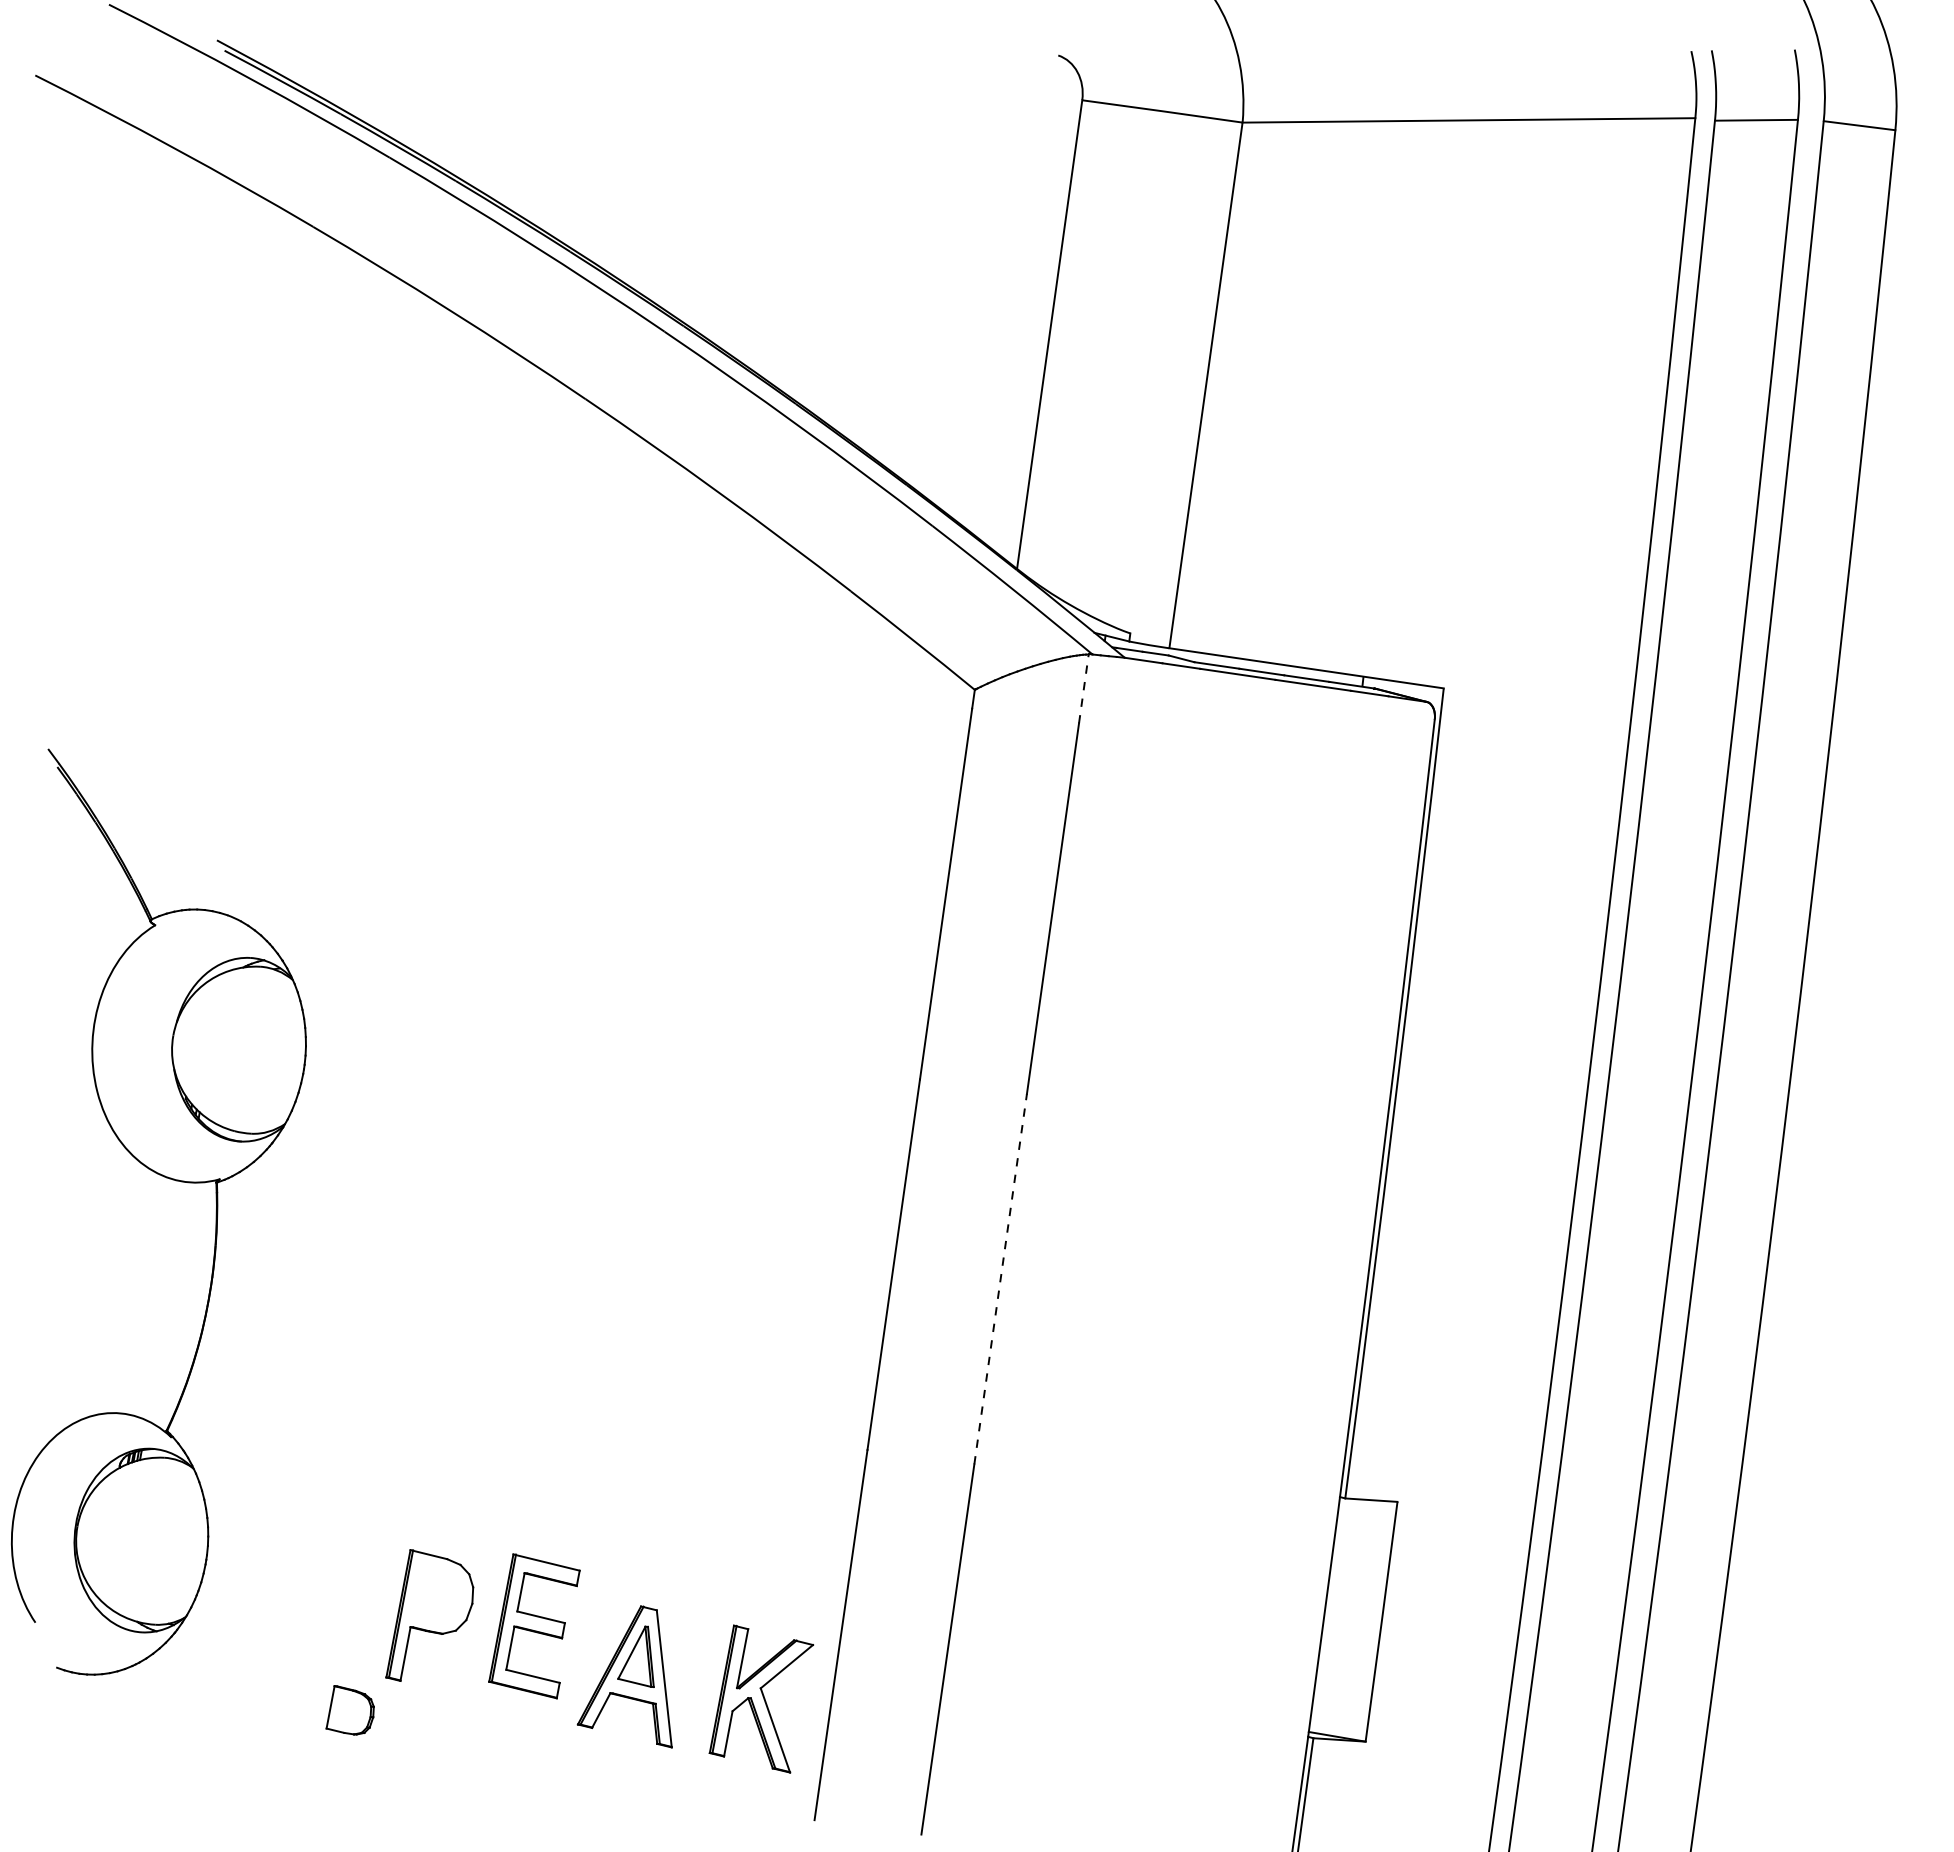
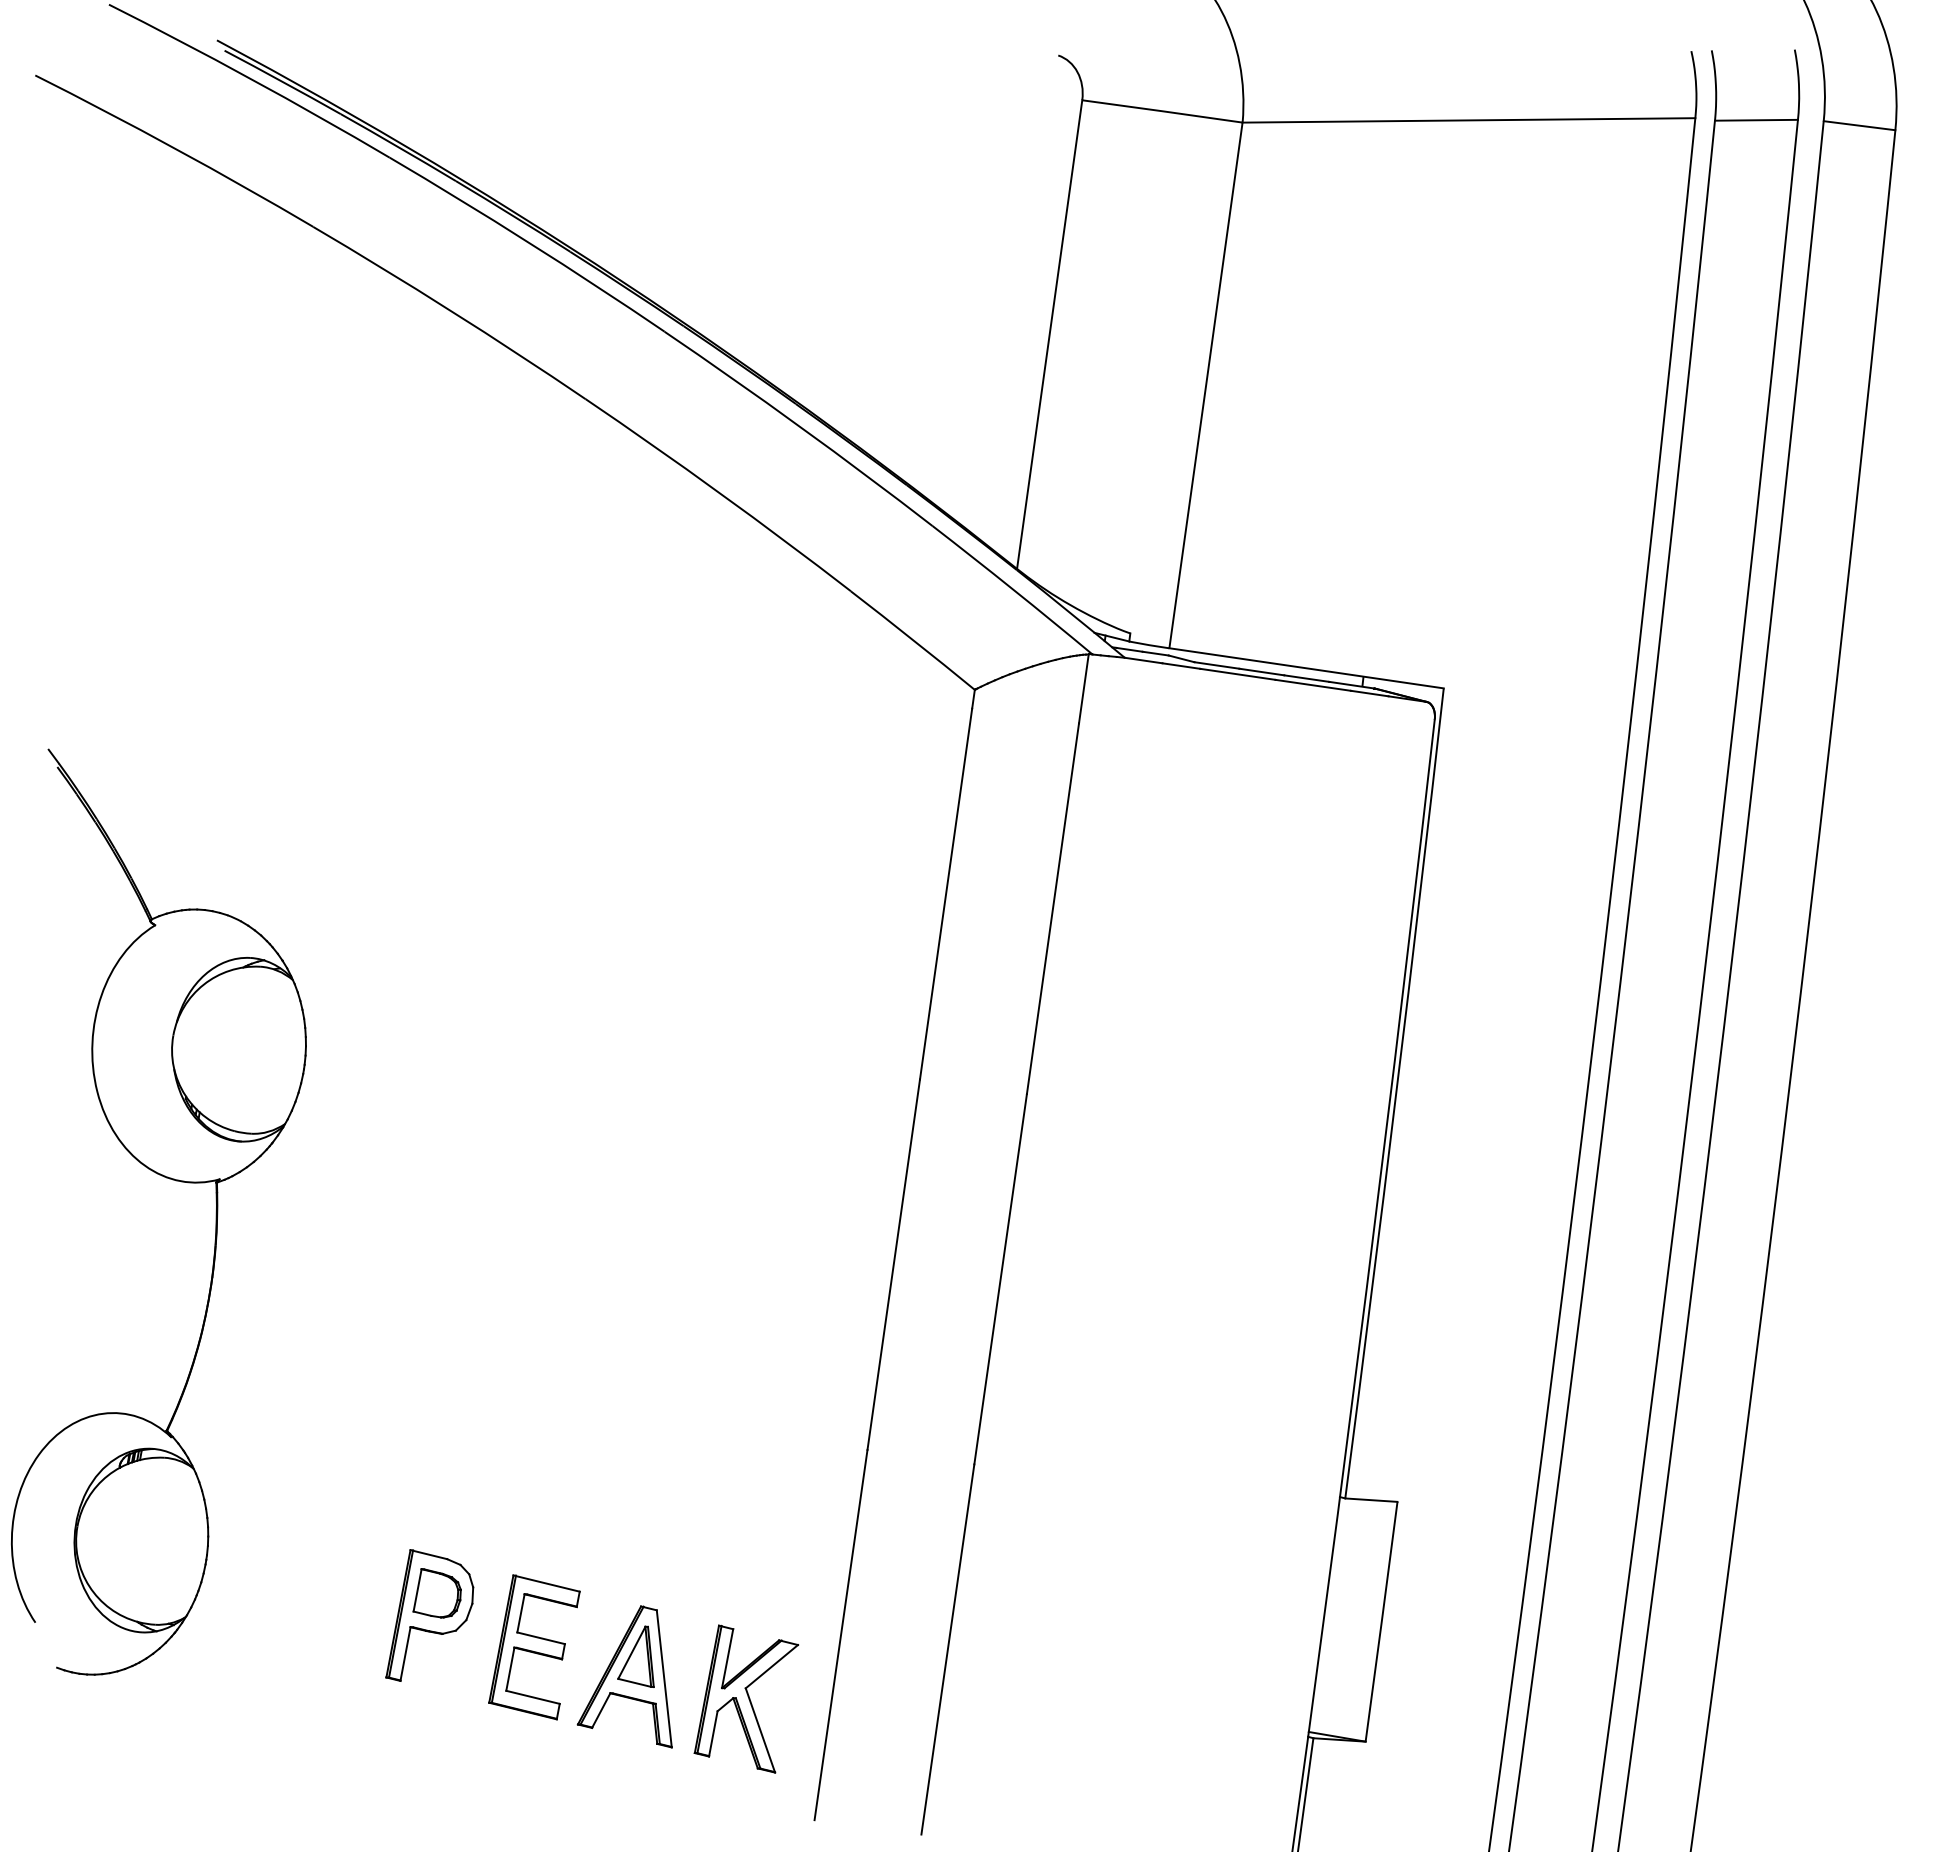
line at (1083, 688): dashed -> solid
line at (1000, 1278): dashed -> solid
part at (534, 1626) position: (534, 1626) -> (534, 1647)
part at (760, 1698) position: (760, 1698) -> (745, 1698)
part at (349, 1710) position: (349, 1710) -> (436, 1593)
